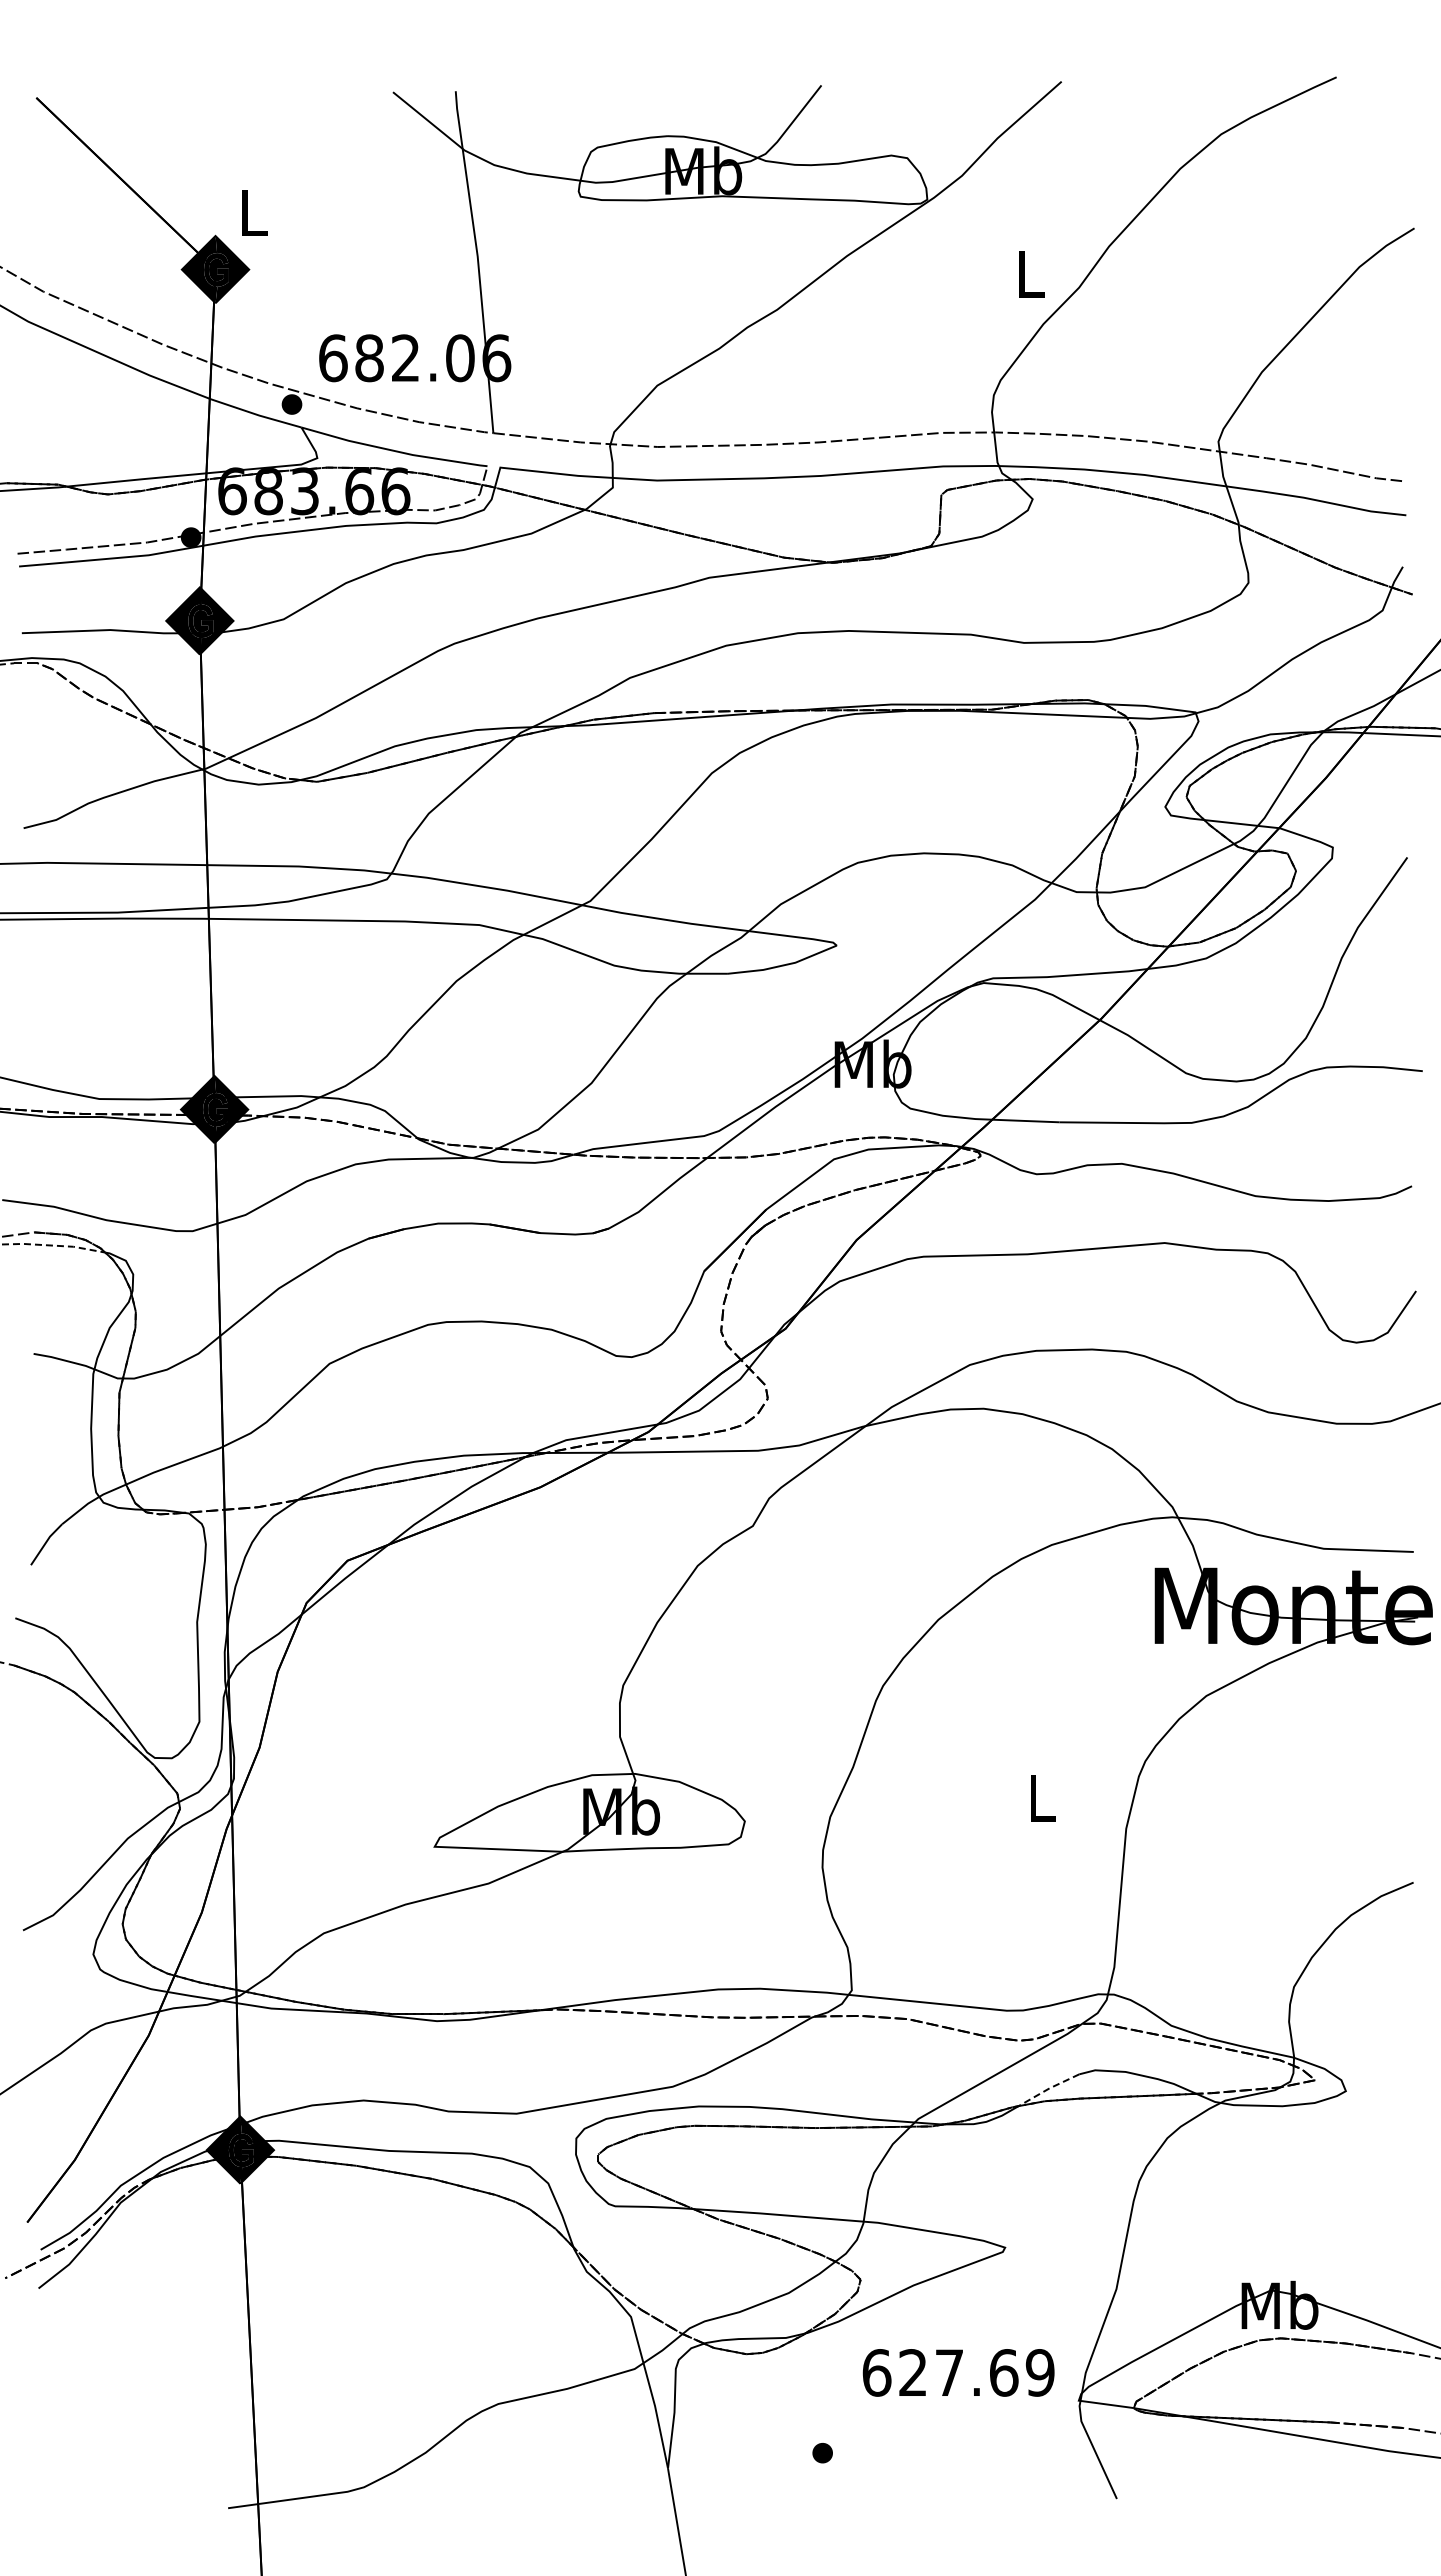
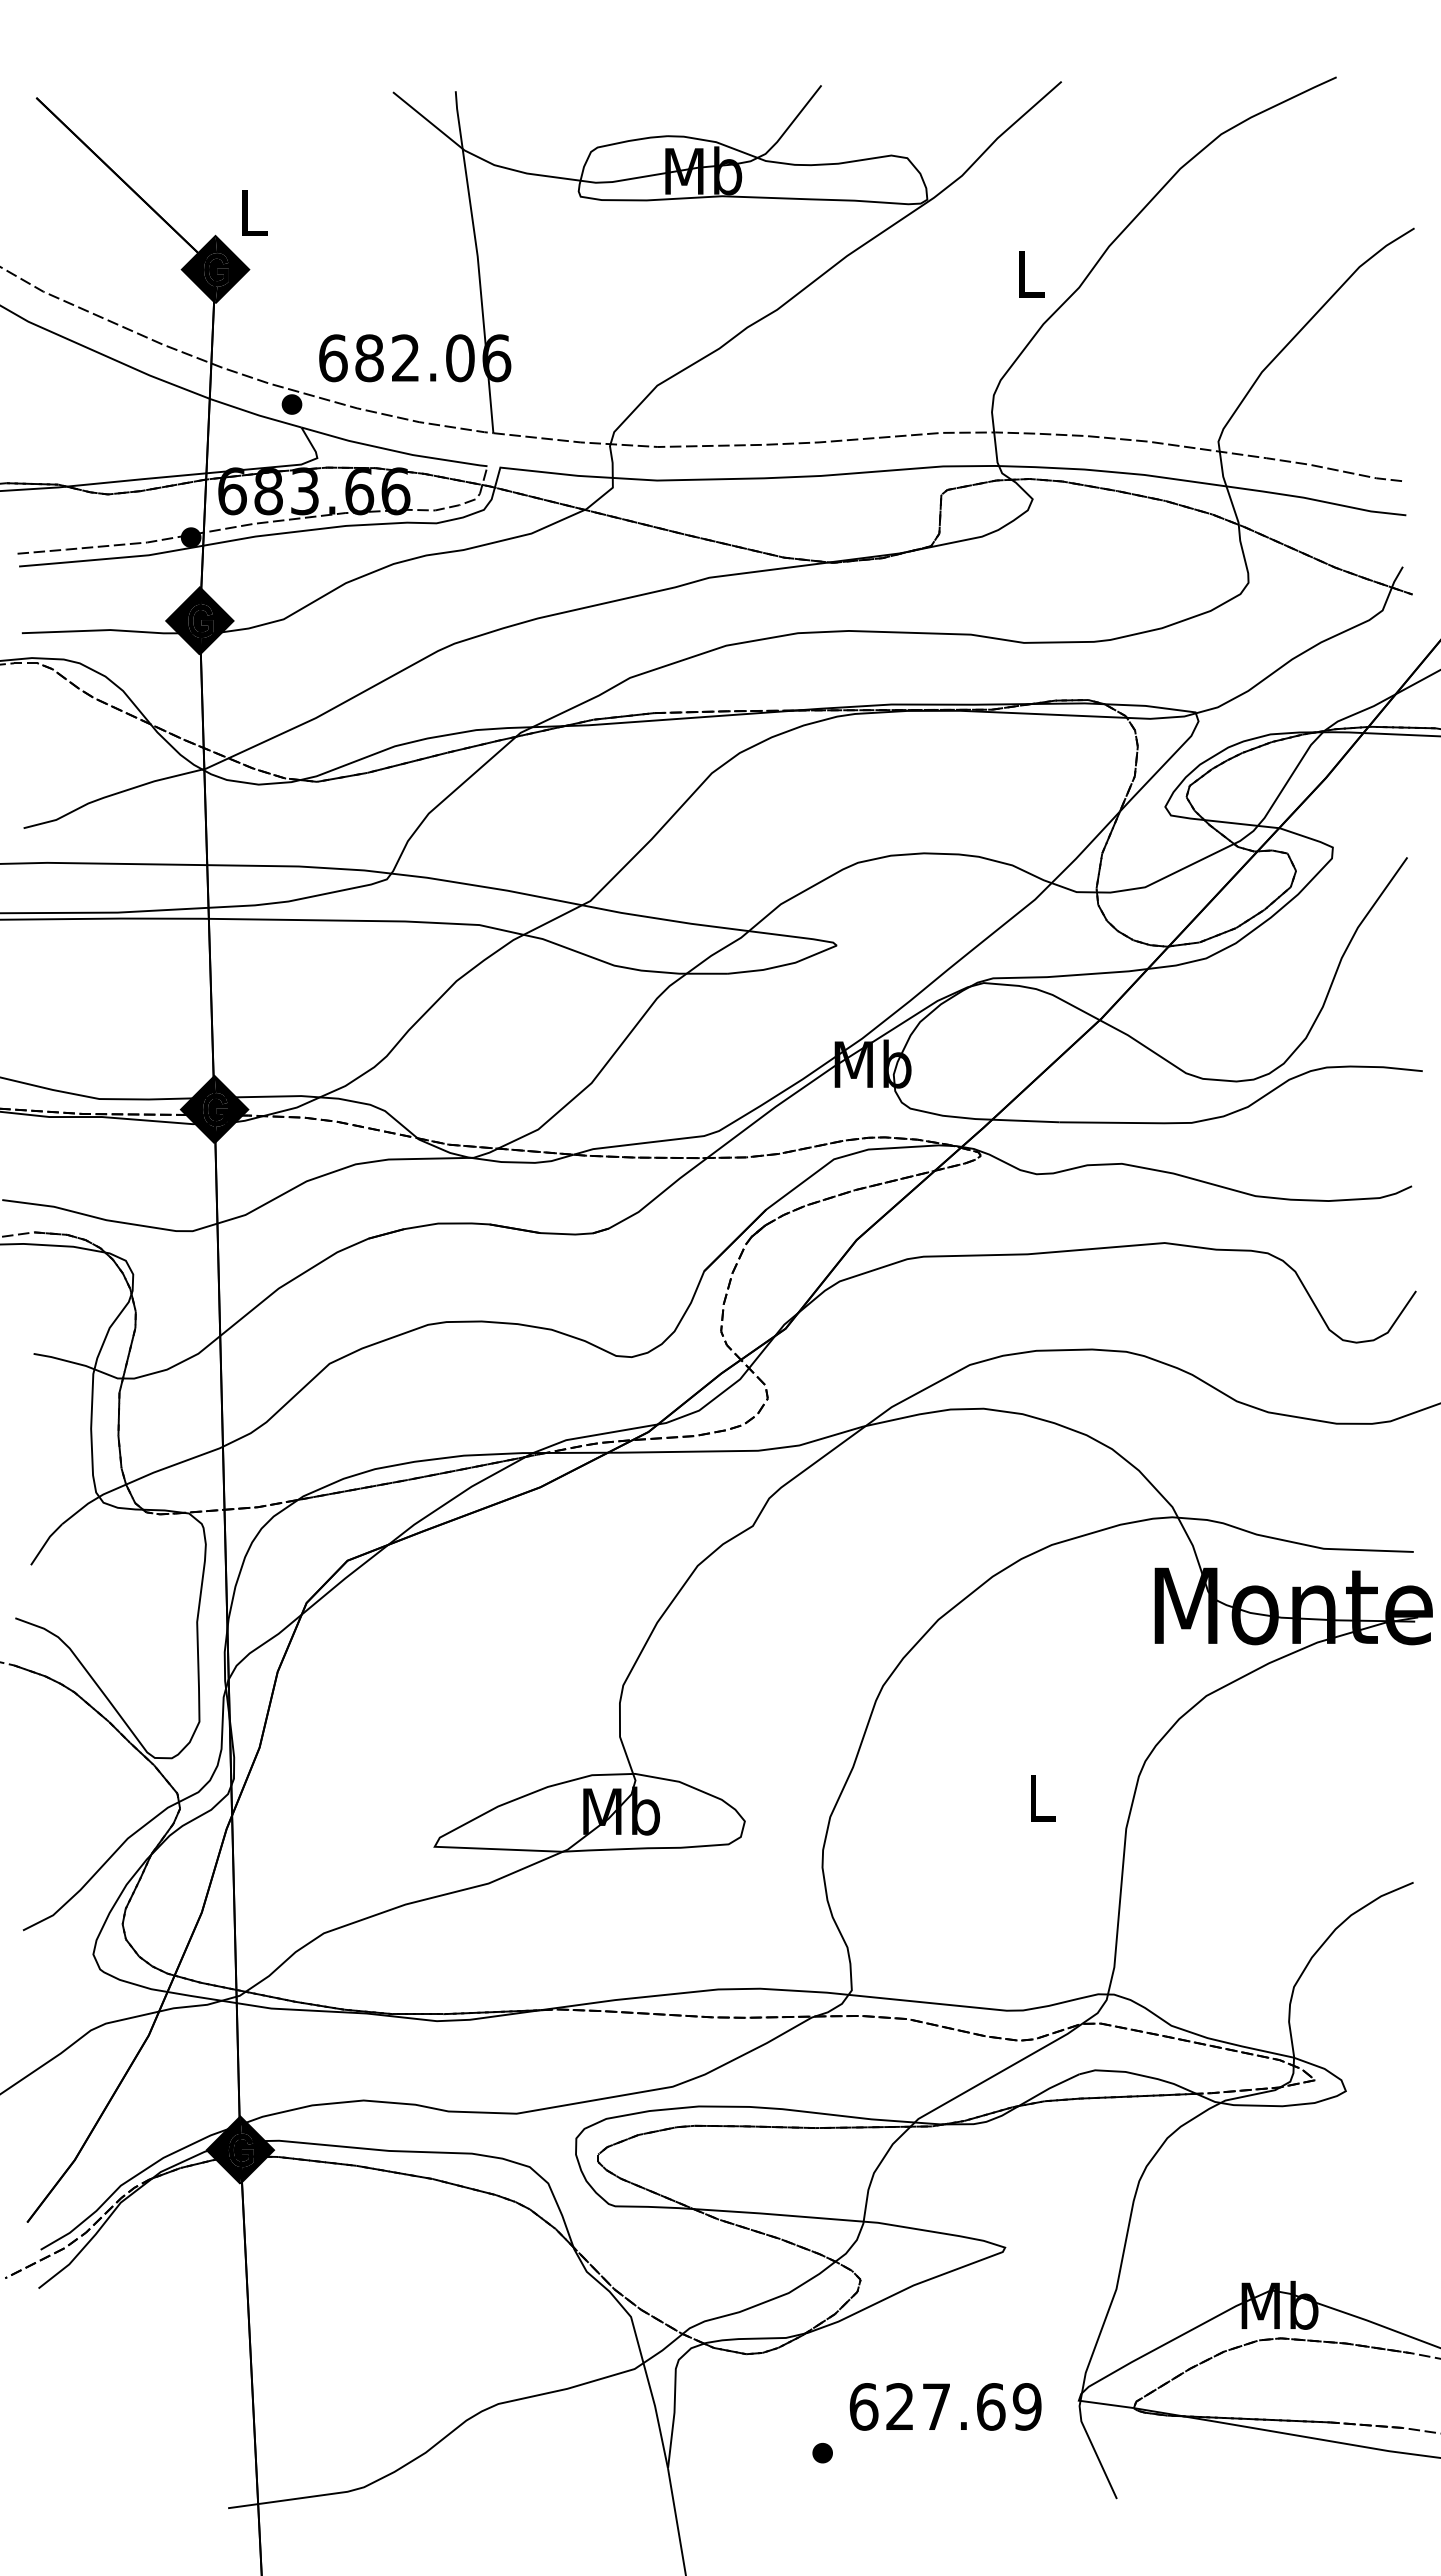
line at (53, 1245): dashed -> solid
line at (1048, 2088): dashed -> solid
text at (958, 2372) position: (958, 2372) -> (945, 2406)
